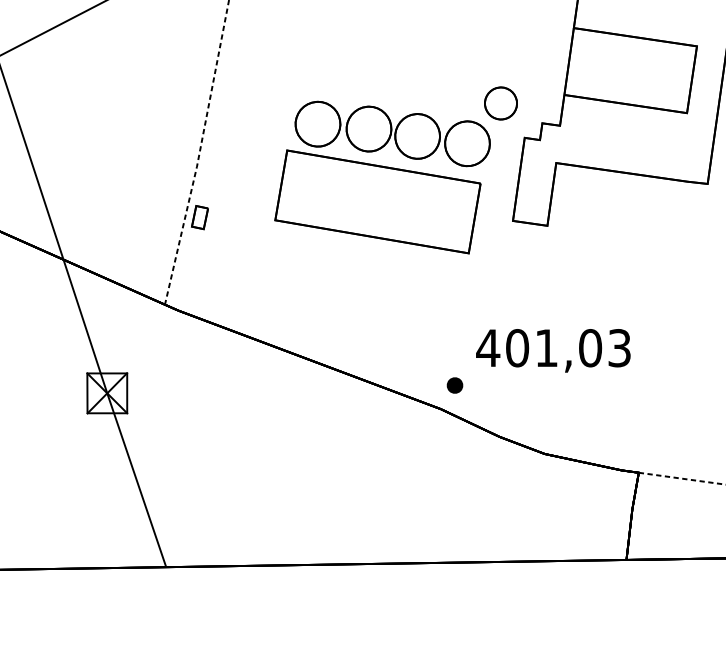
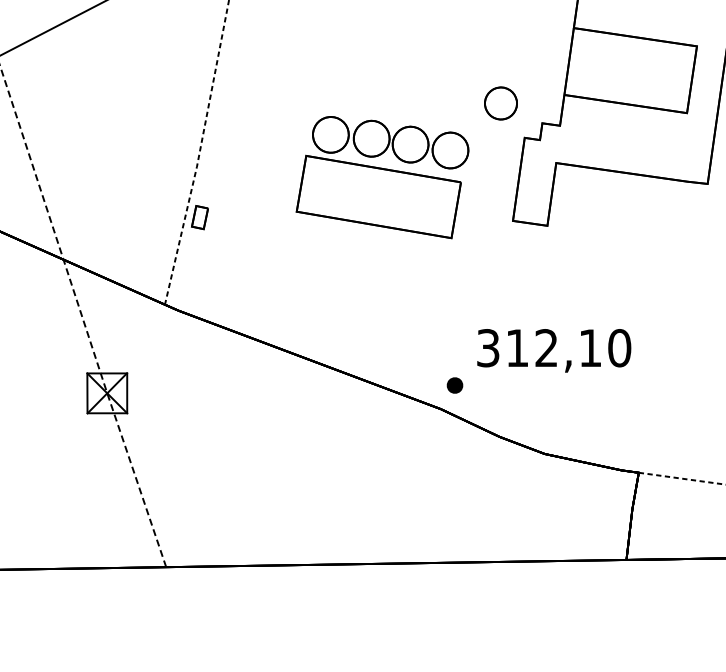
part at (382, 177) size: 217x155 px -> 175x124 px
line at (82, 317): solid -> dashed
text at (553, 348): 401,03 -> 312,10
